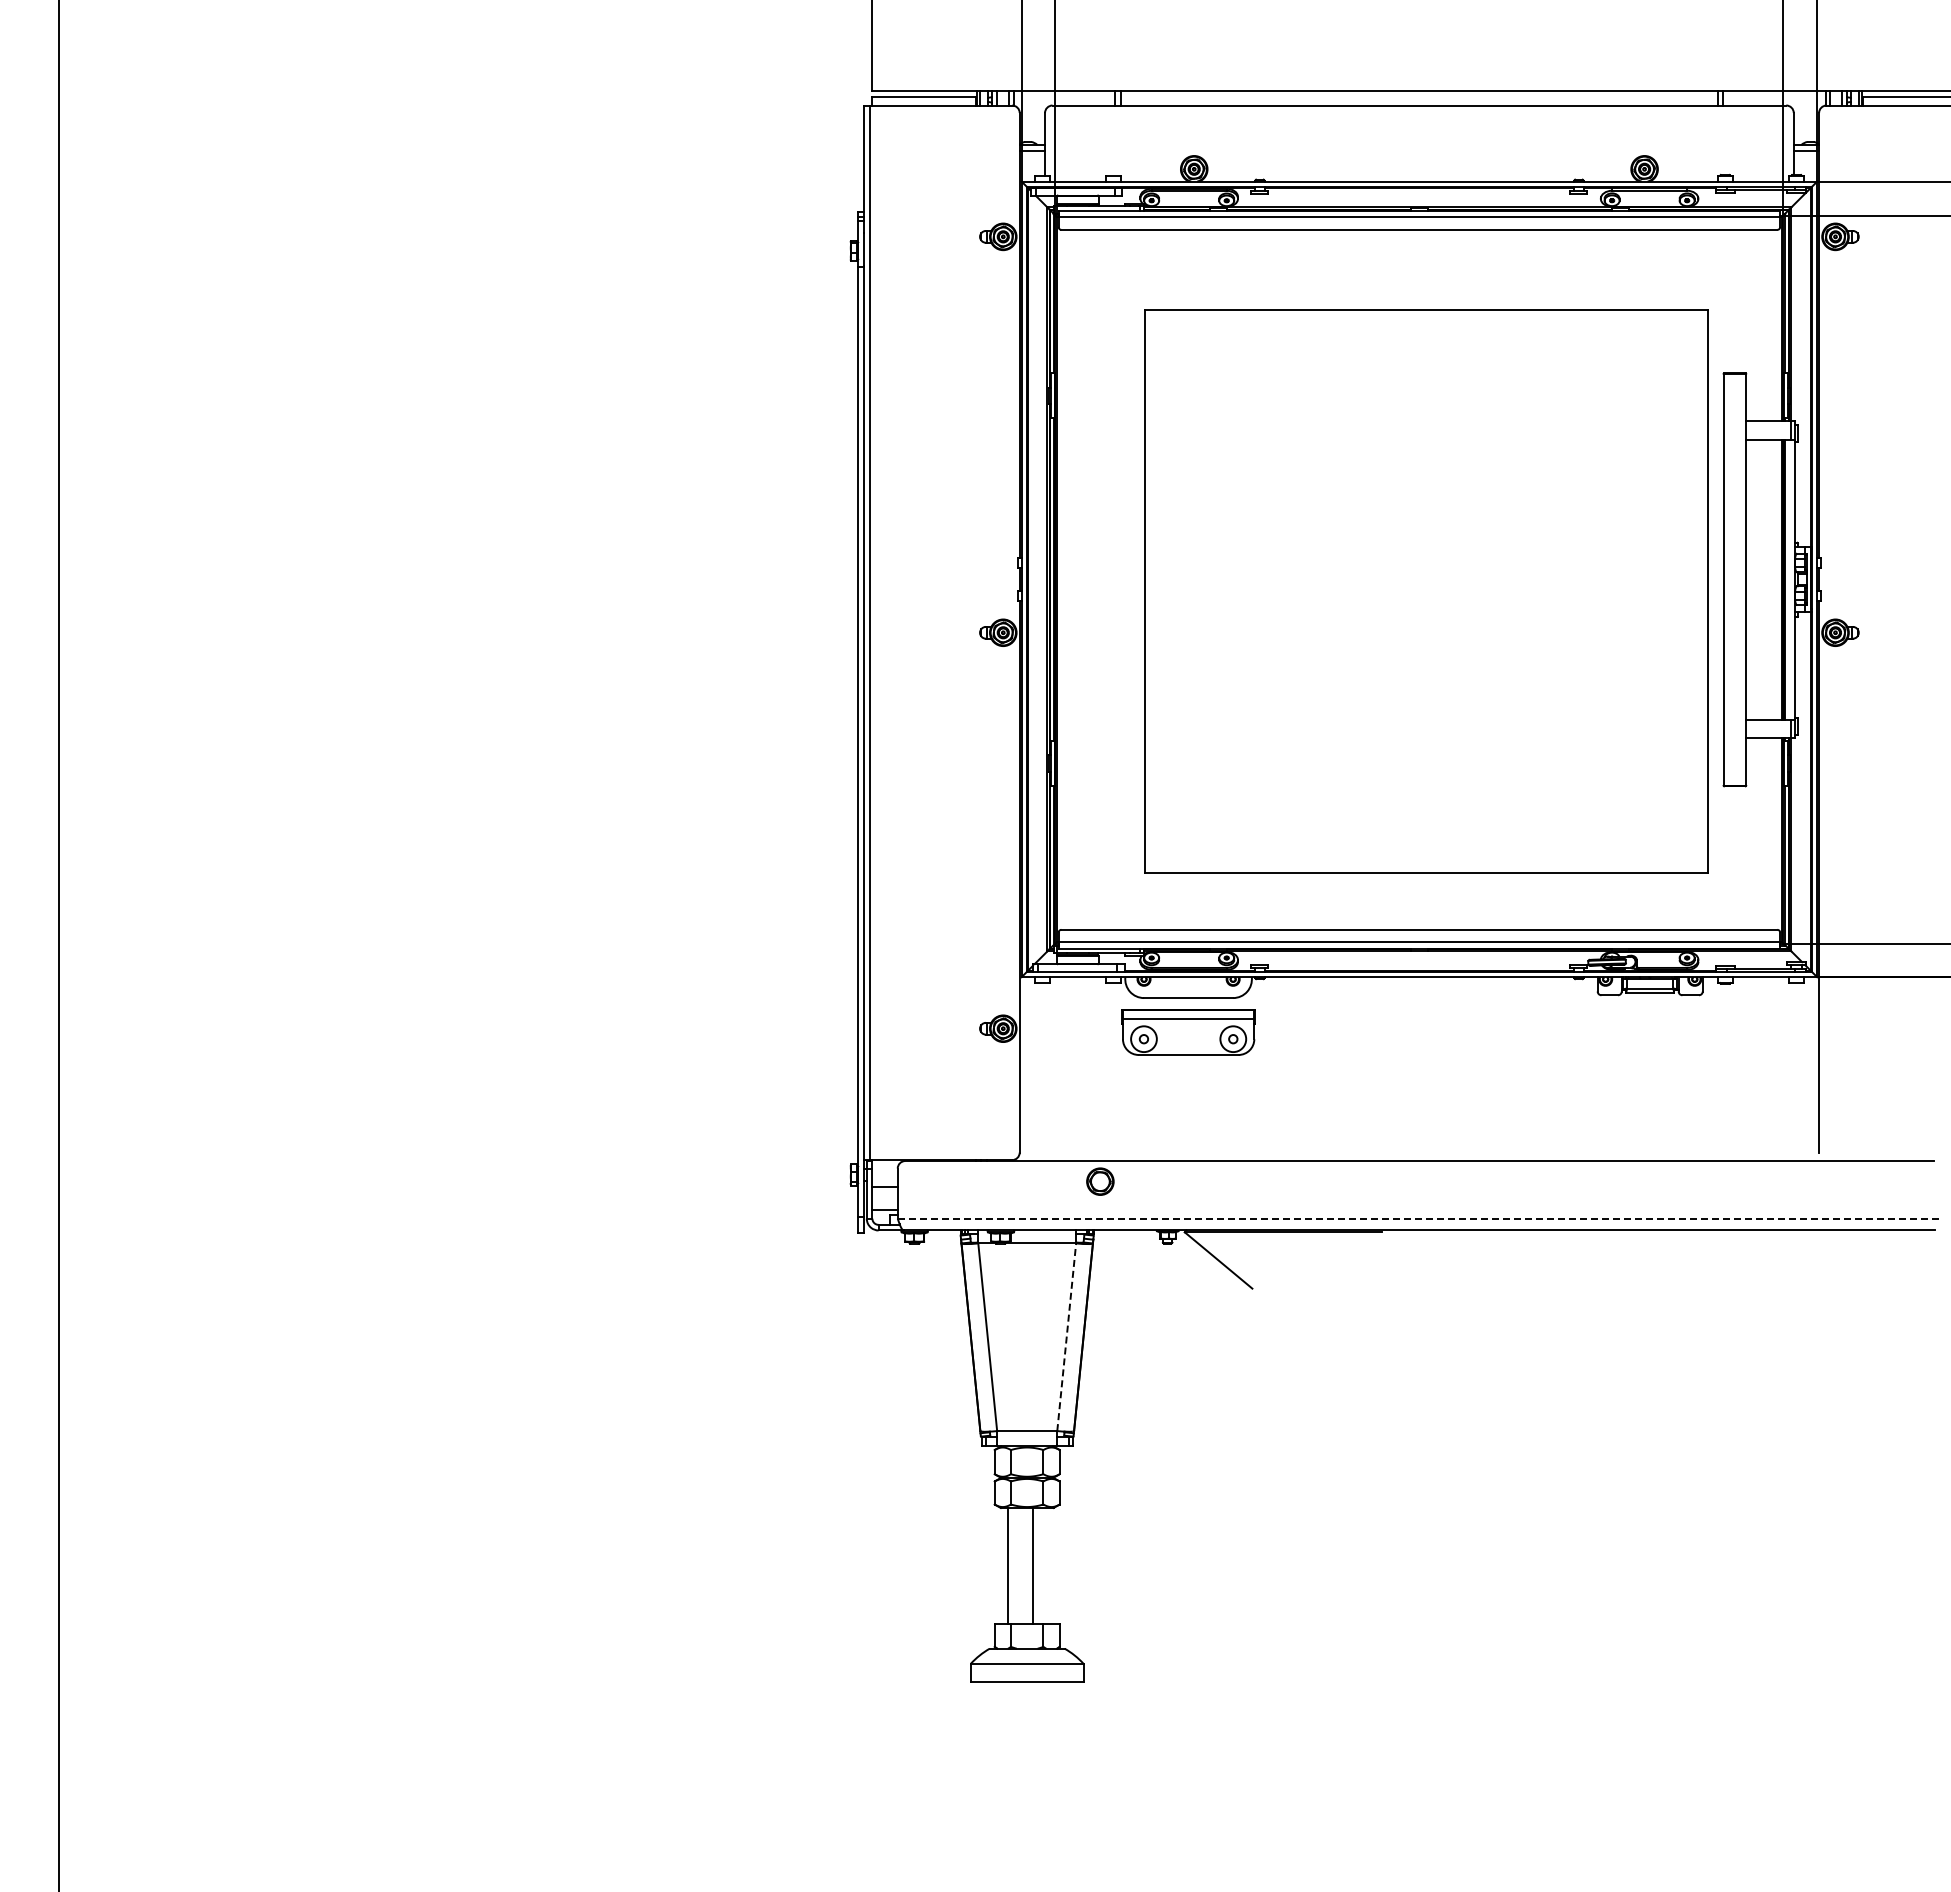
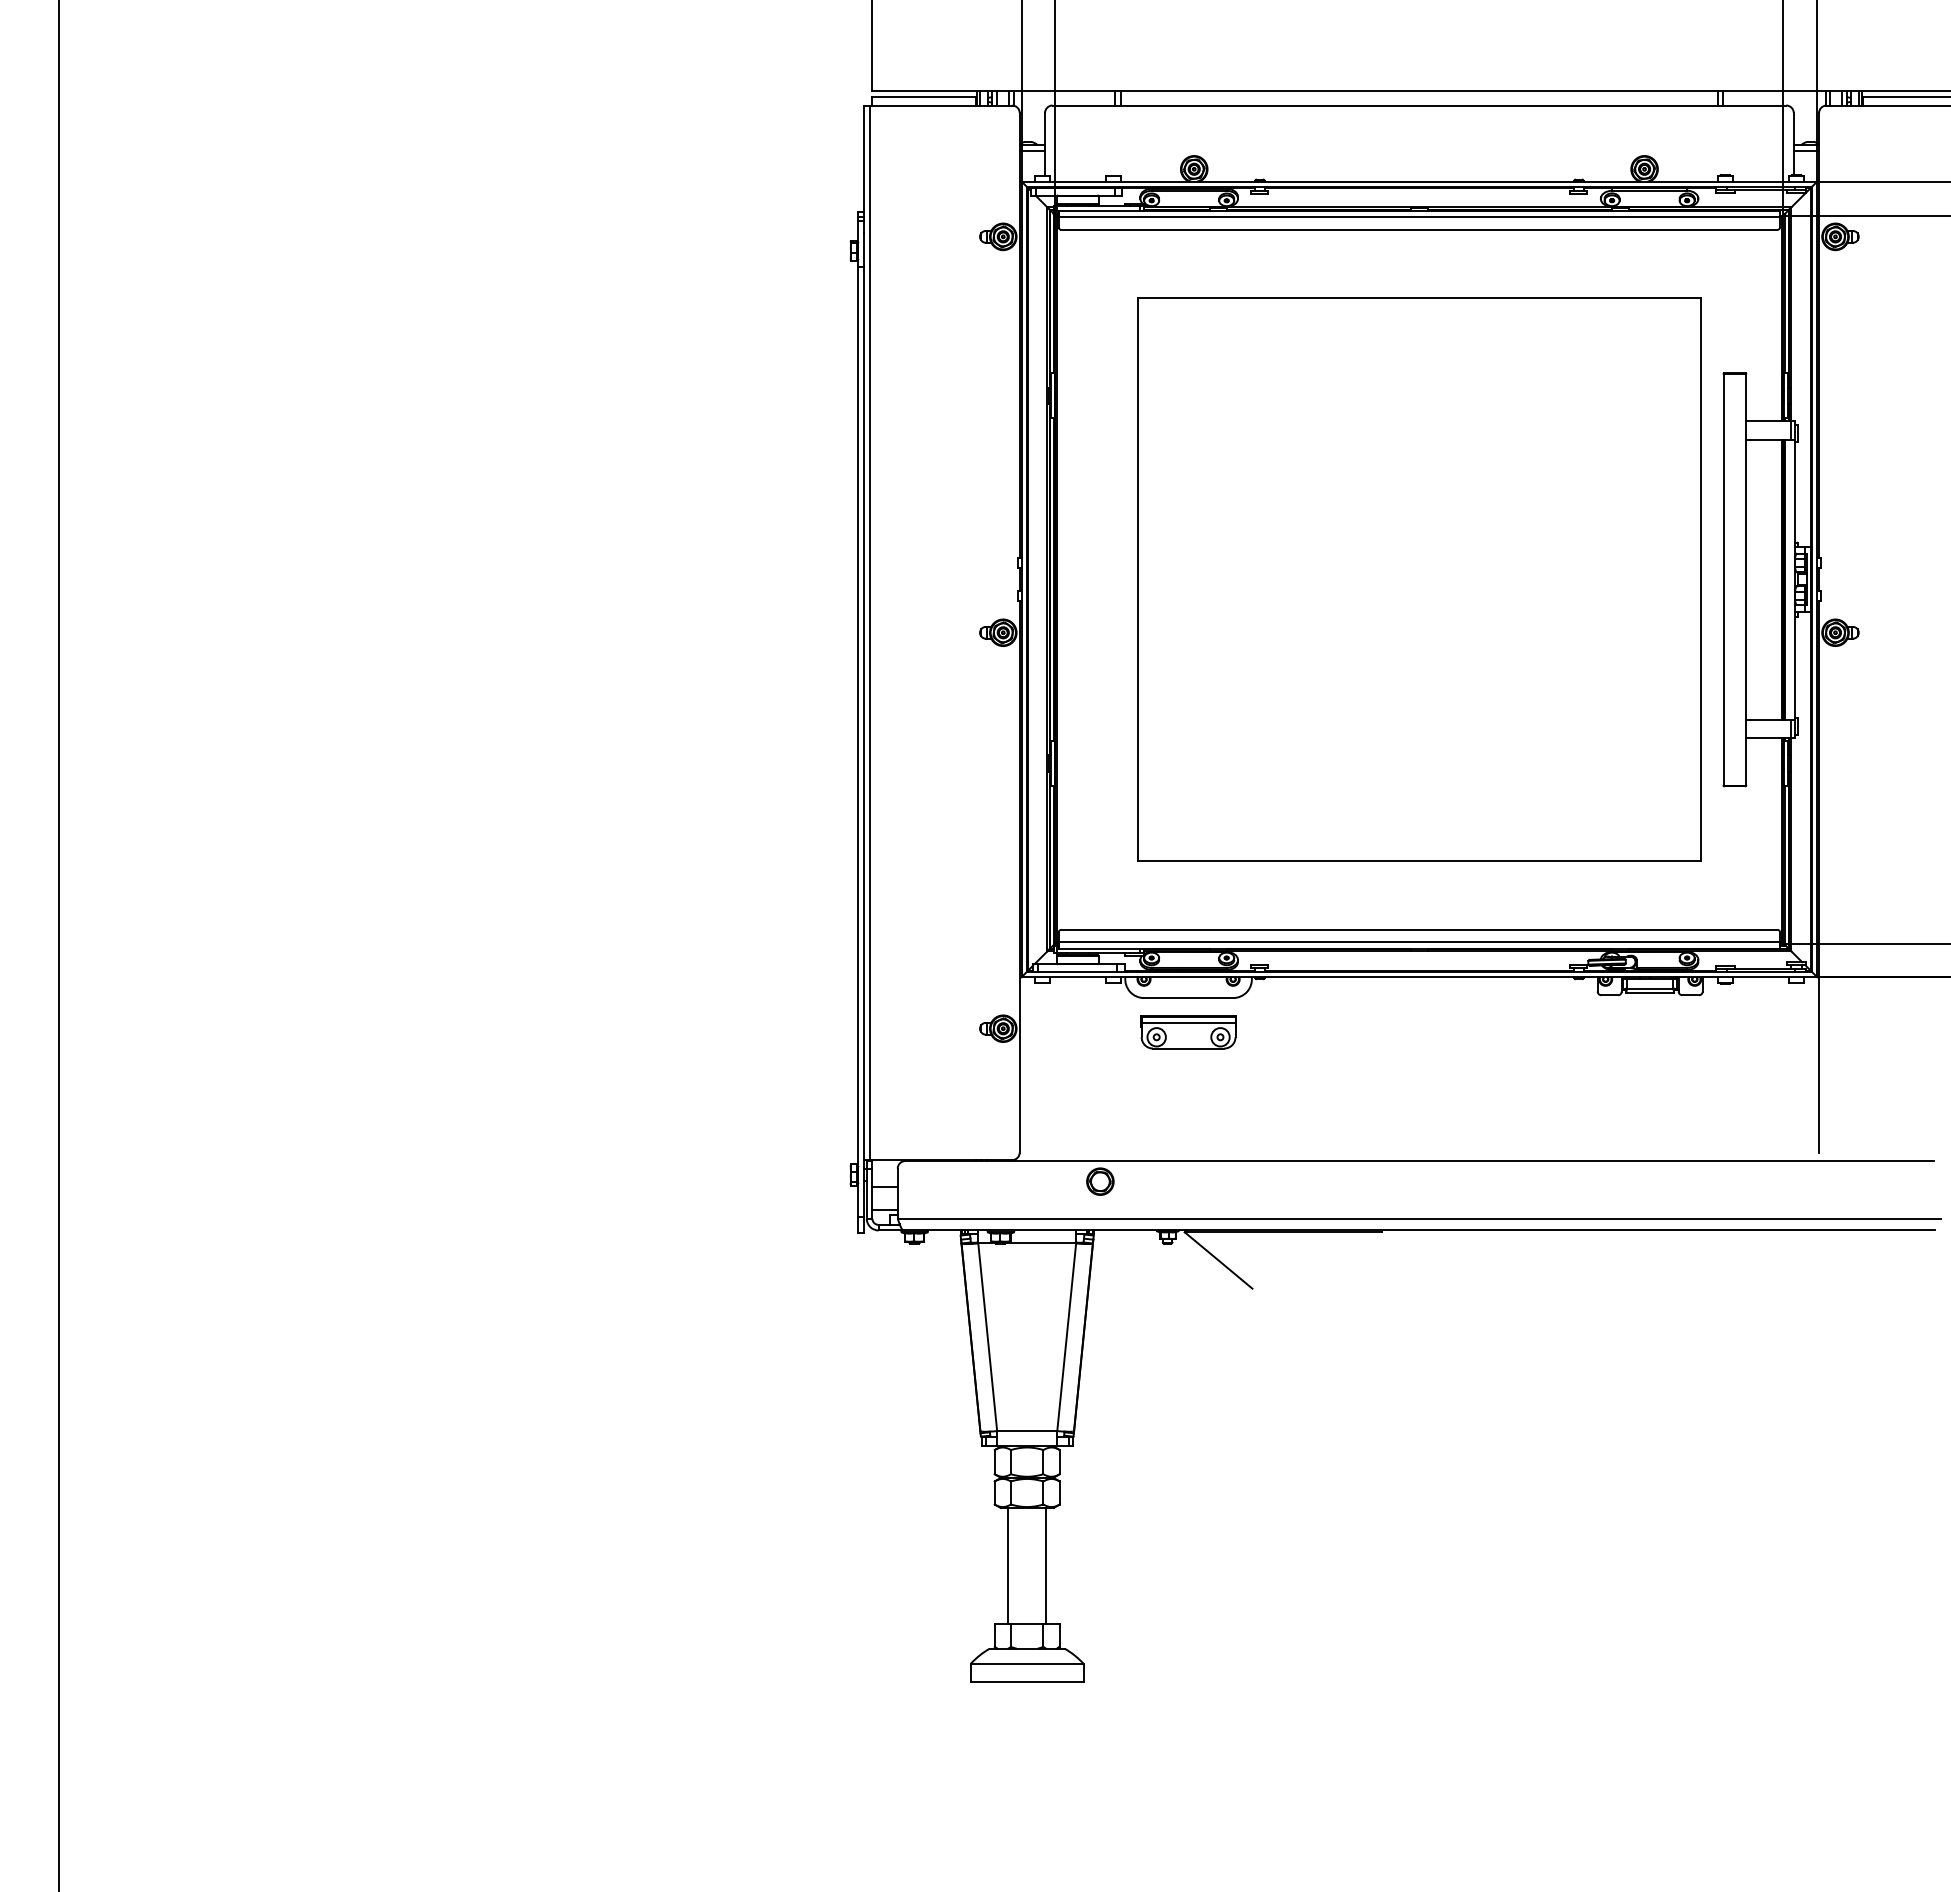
part at (1426, 591) position: (1426, 591) -> (1419, 579)
part at (1188, 1032) size: 135x47 px -> 97x35 px
line at (1419, 1218): dashed -> solid
line at (1066, 1336): dashed -> solid
line at (1032, 1566) position: (1032, 1566) -> (1045, 1566)
